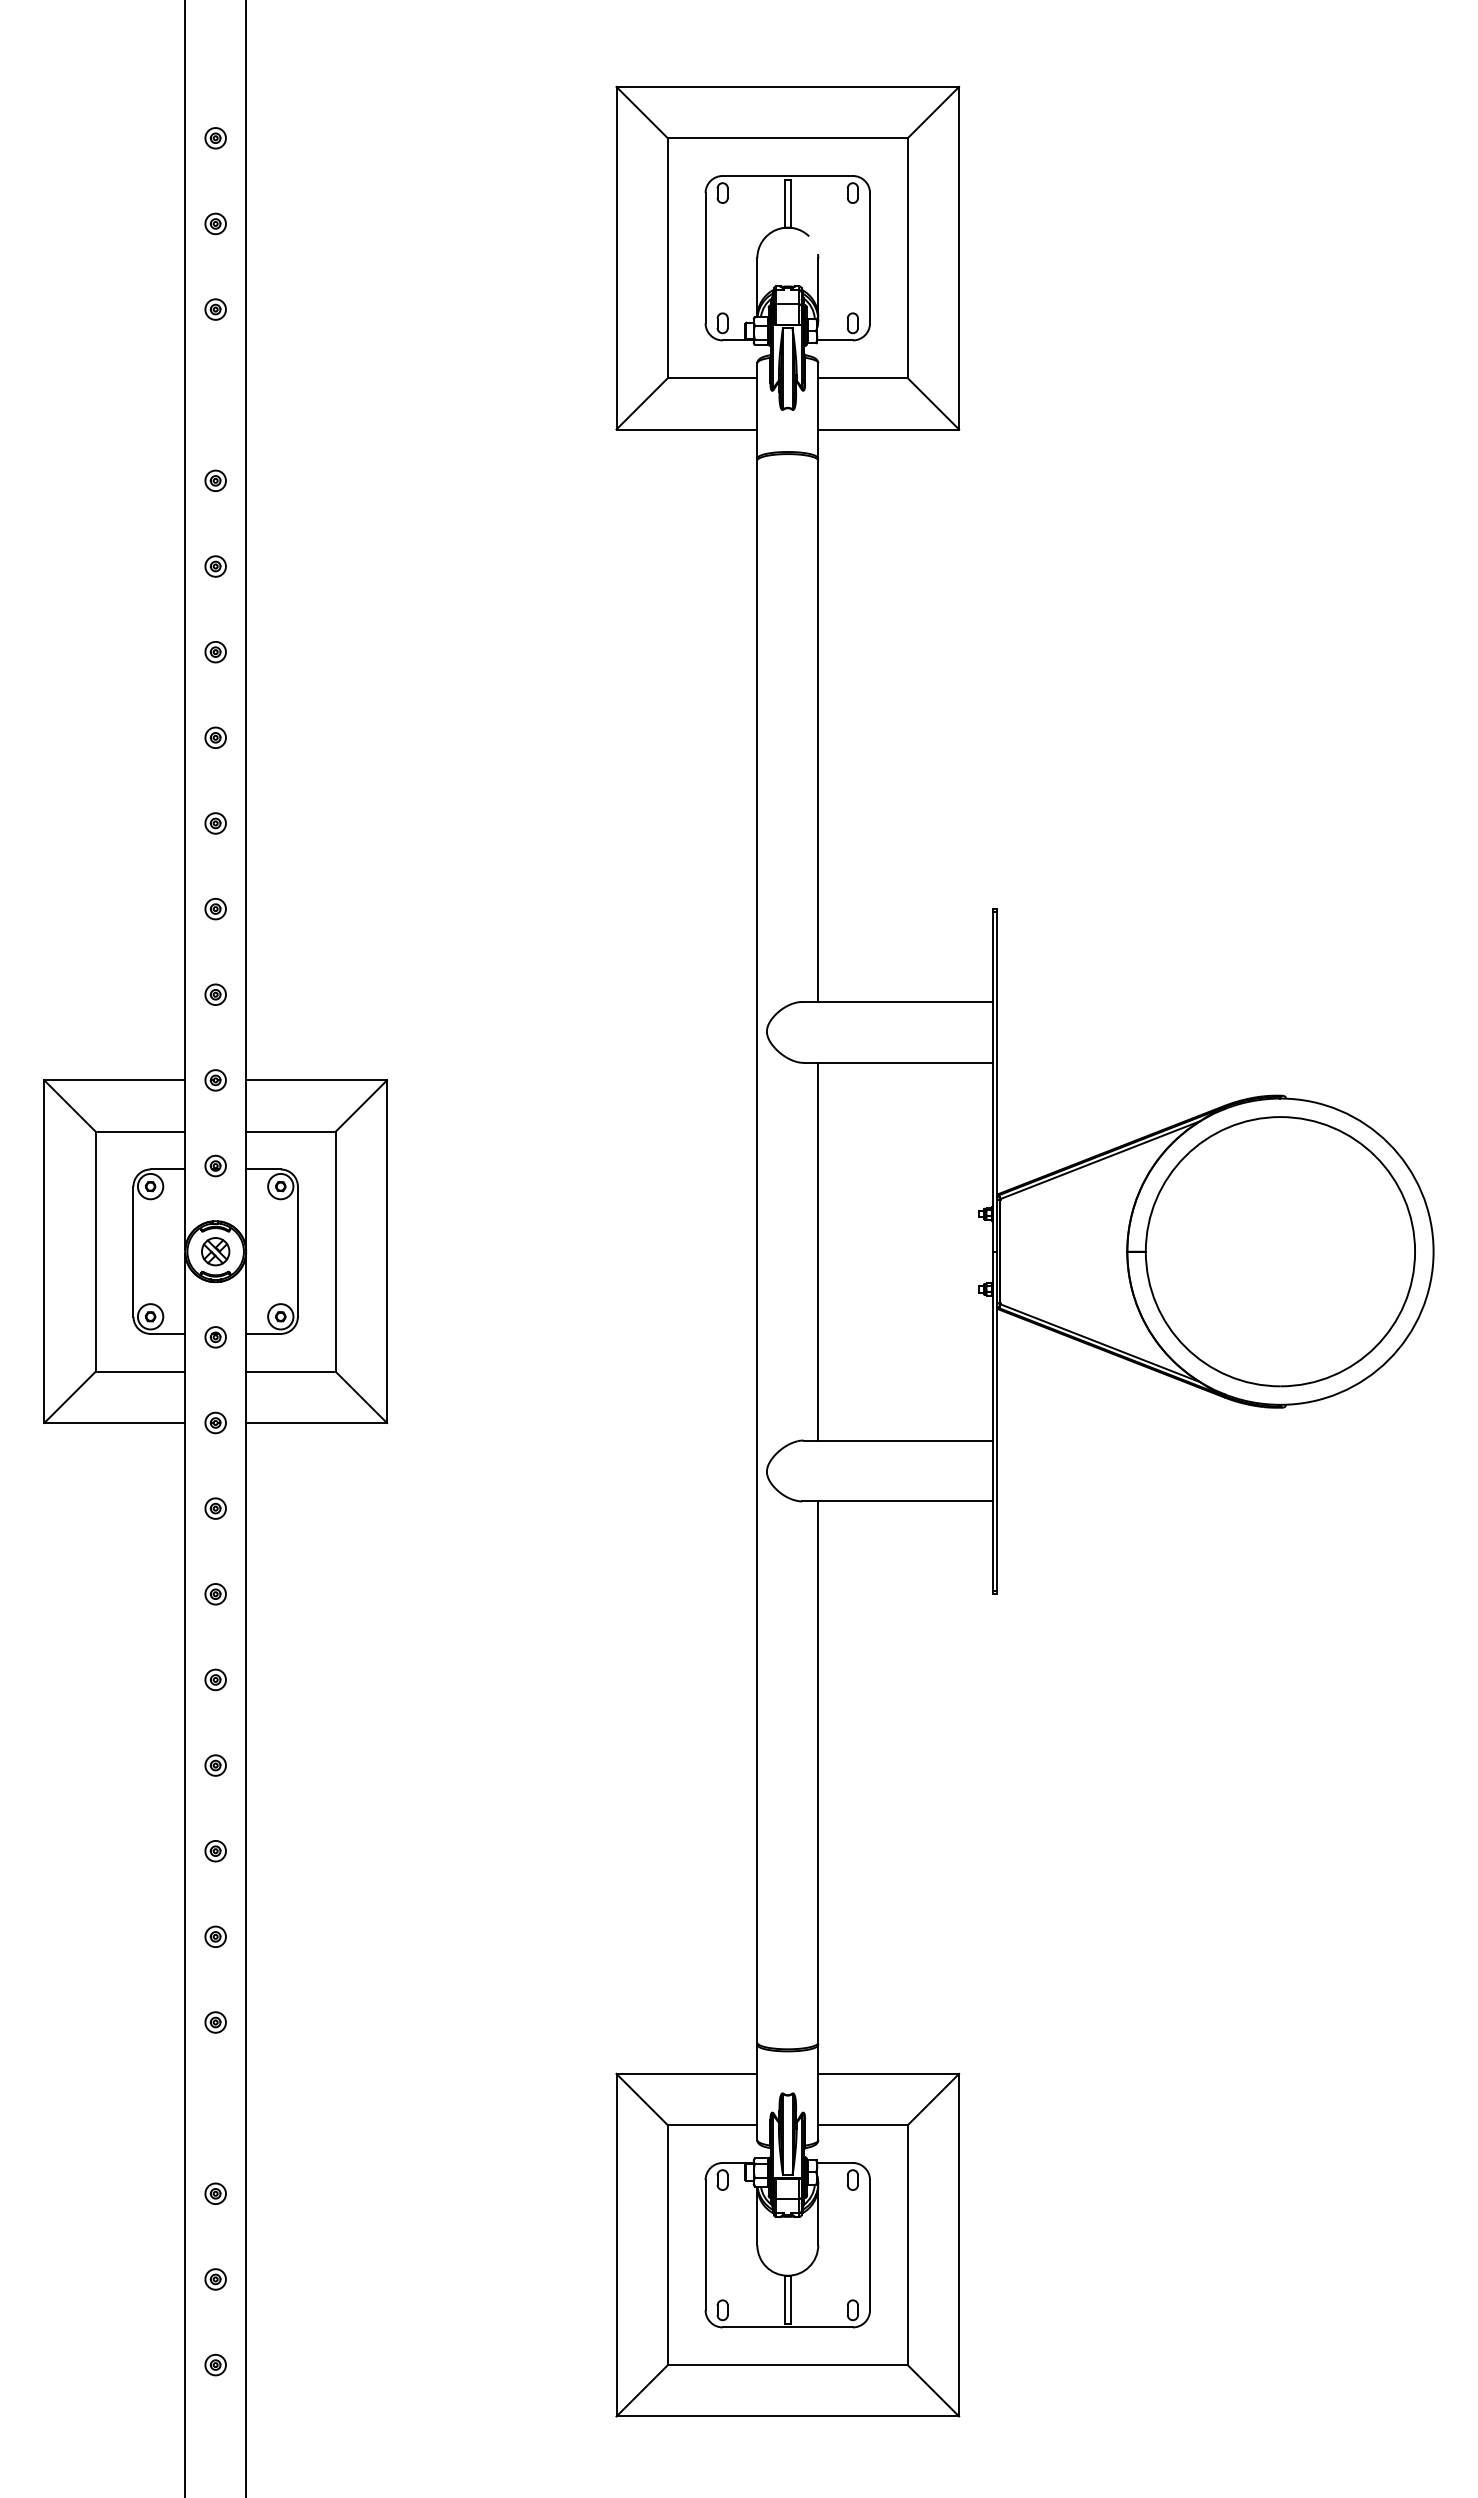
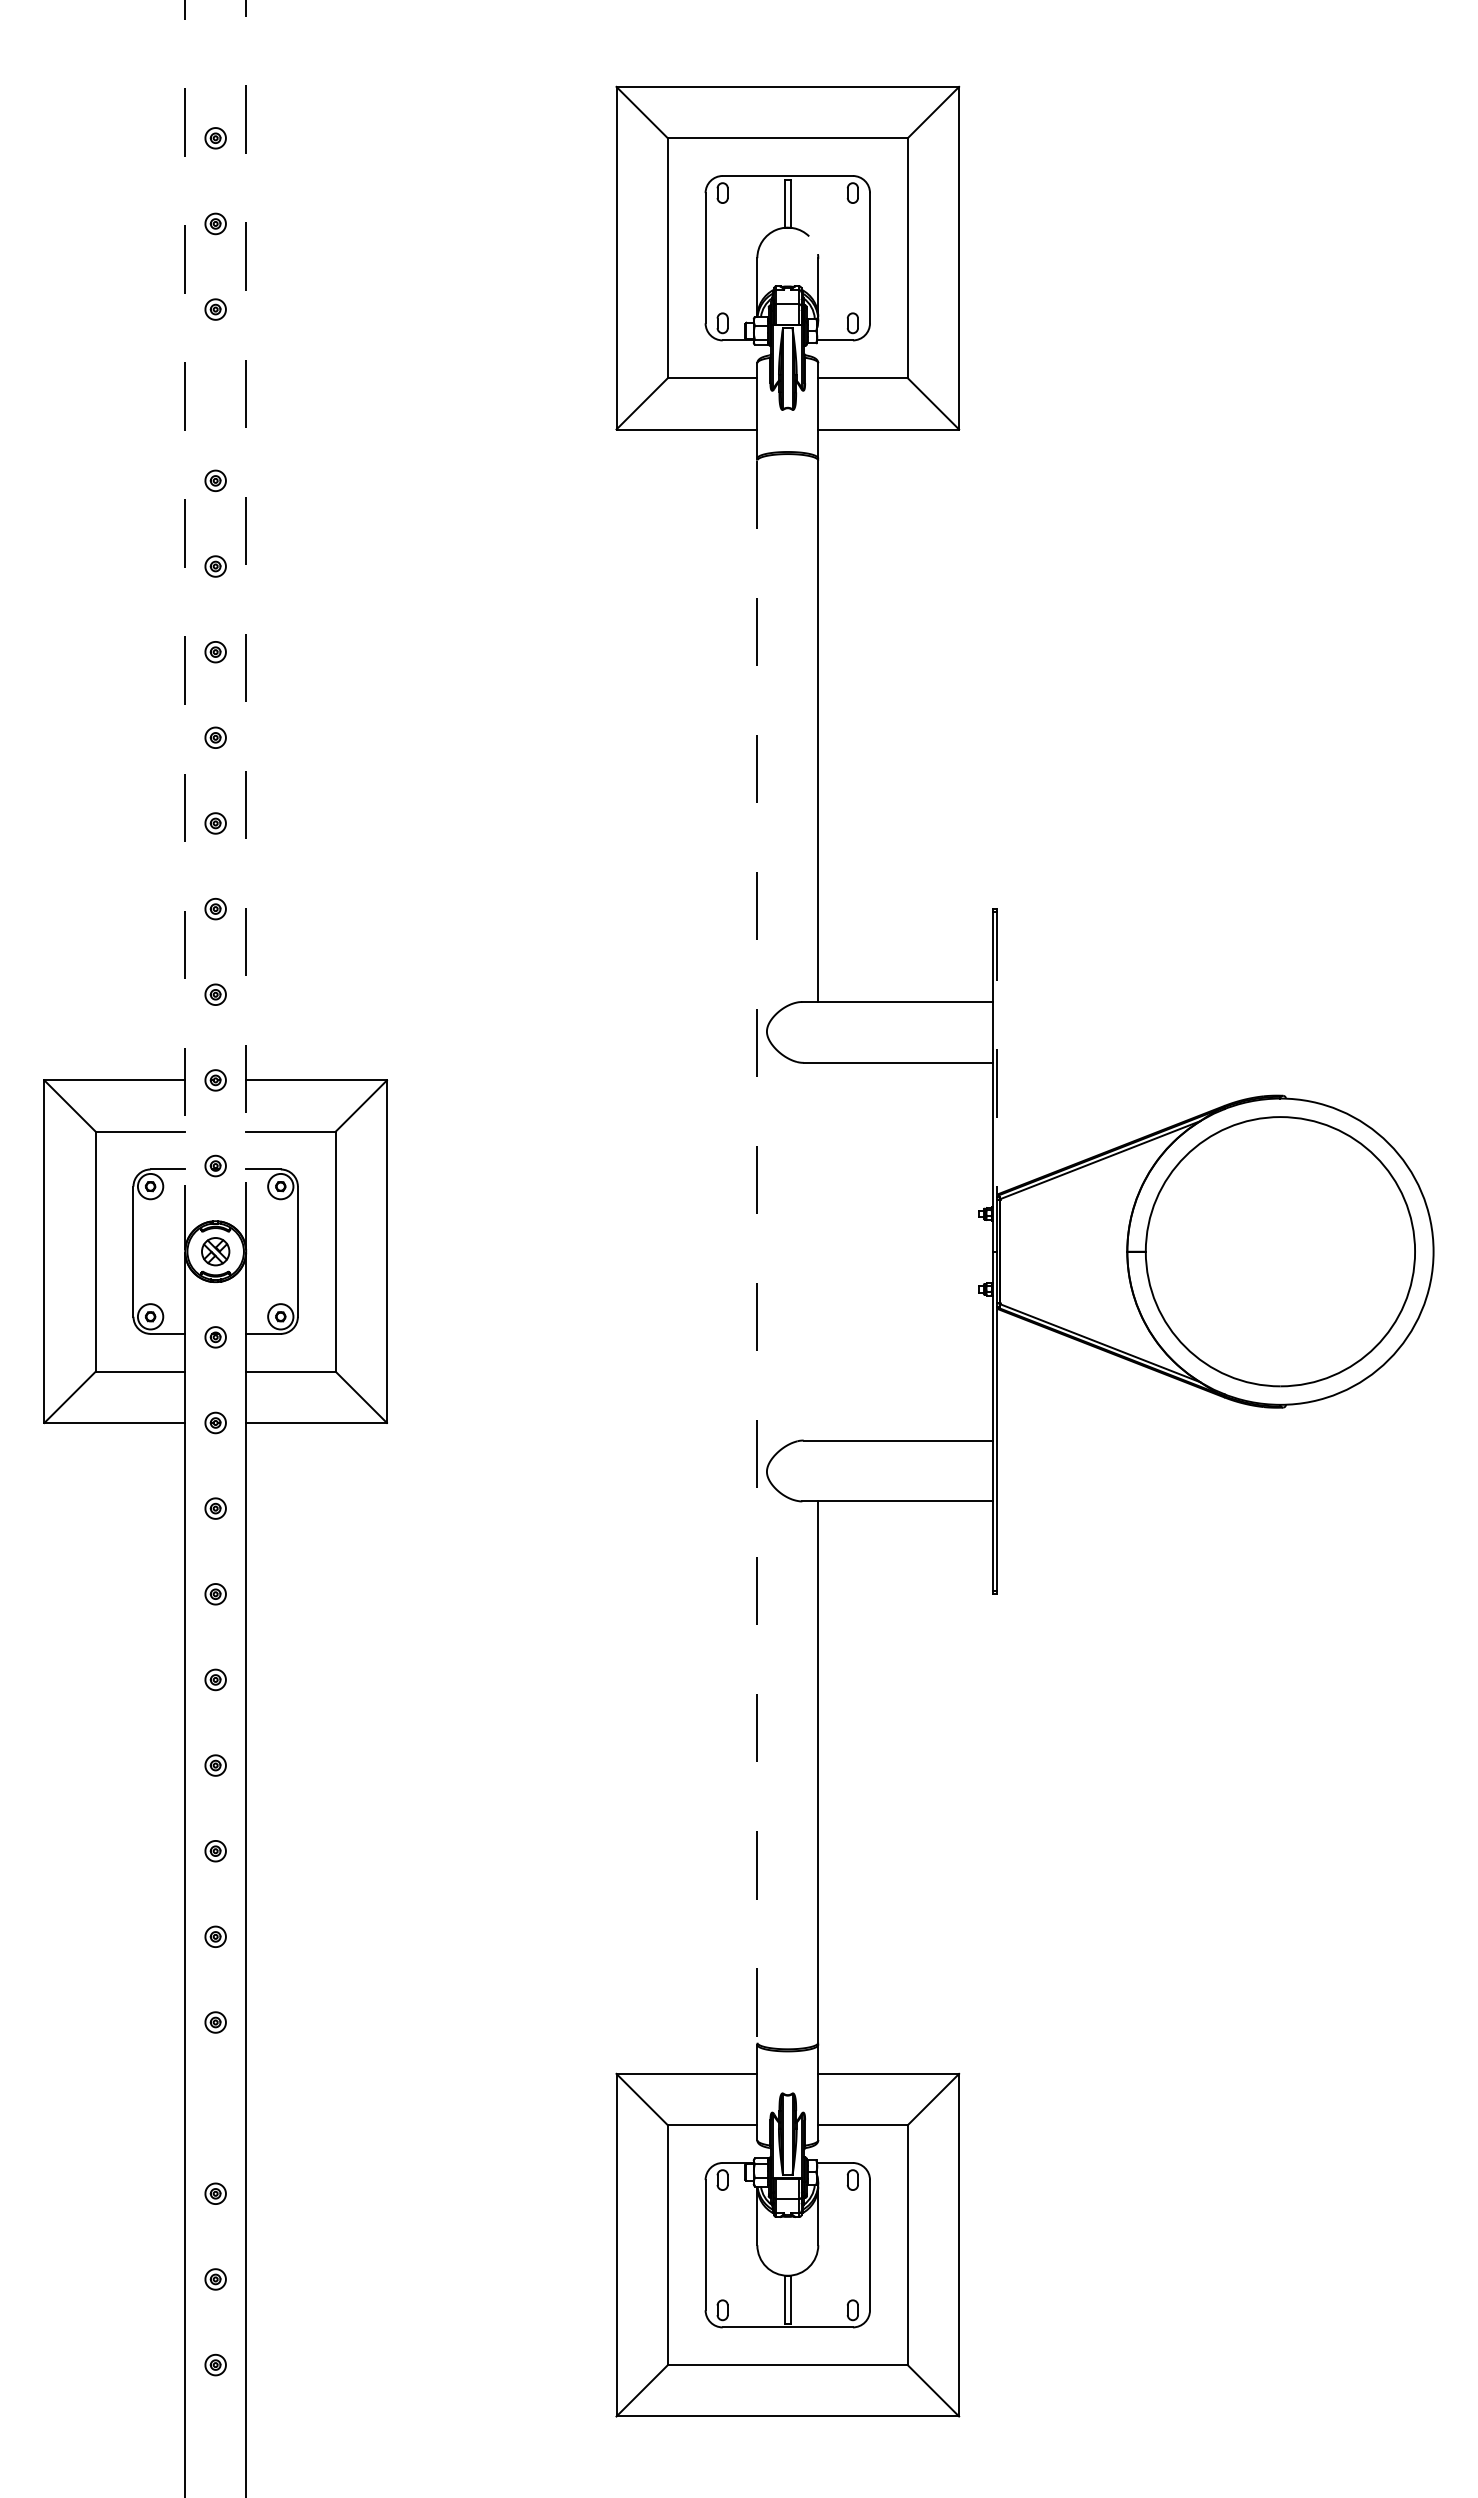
line at (185, 625): solid -> dashed
line at (246, 625): solid -> dashed
line at (997, 1081): solid -> dashed
line at (818, 1251): present -> none
line at (757, 1252): solid -> dashed
